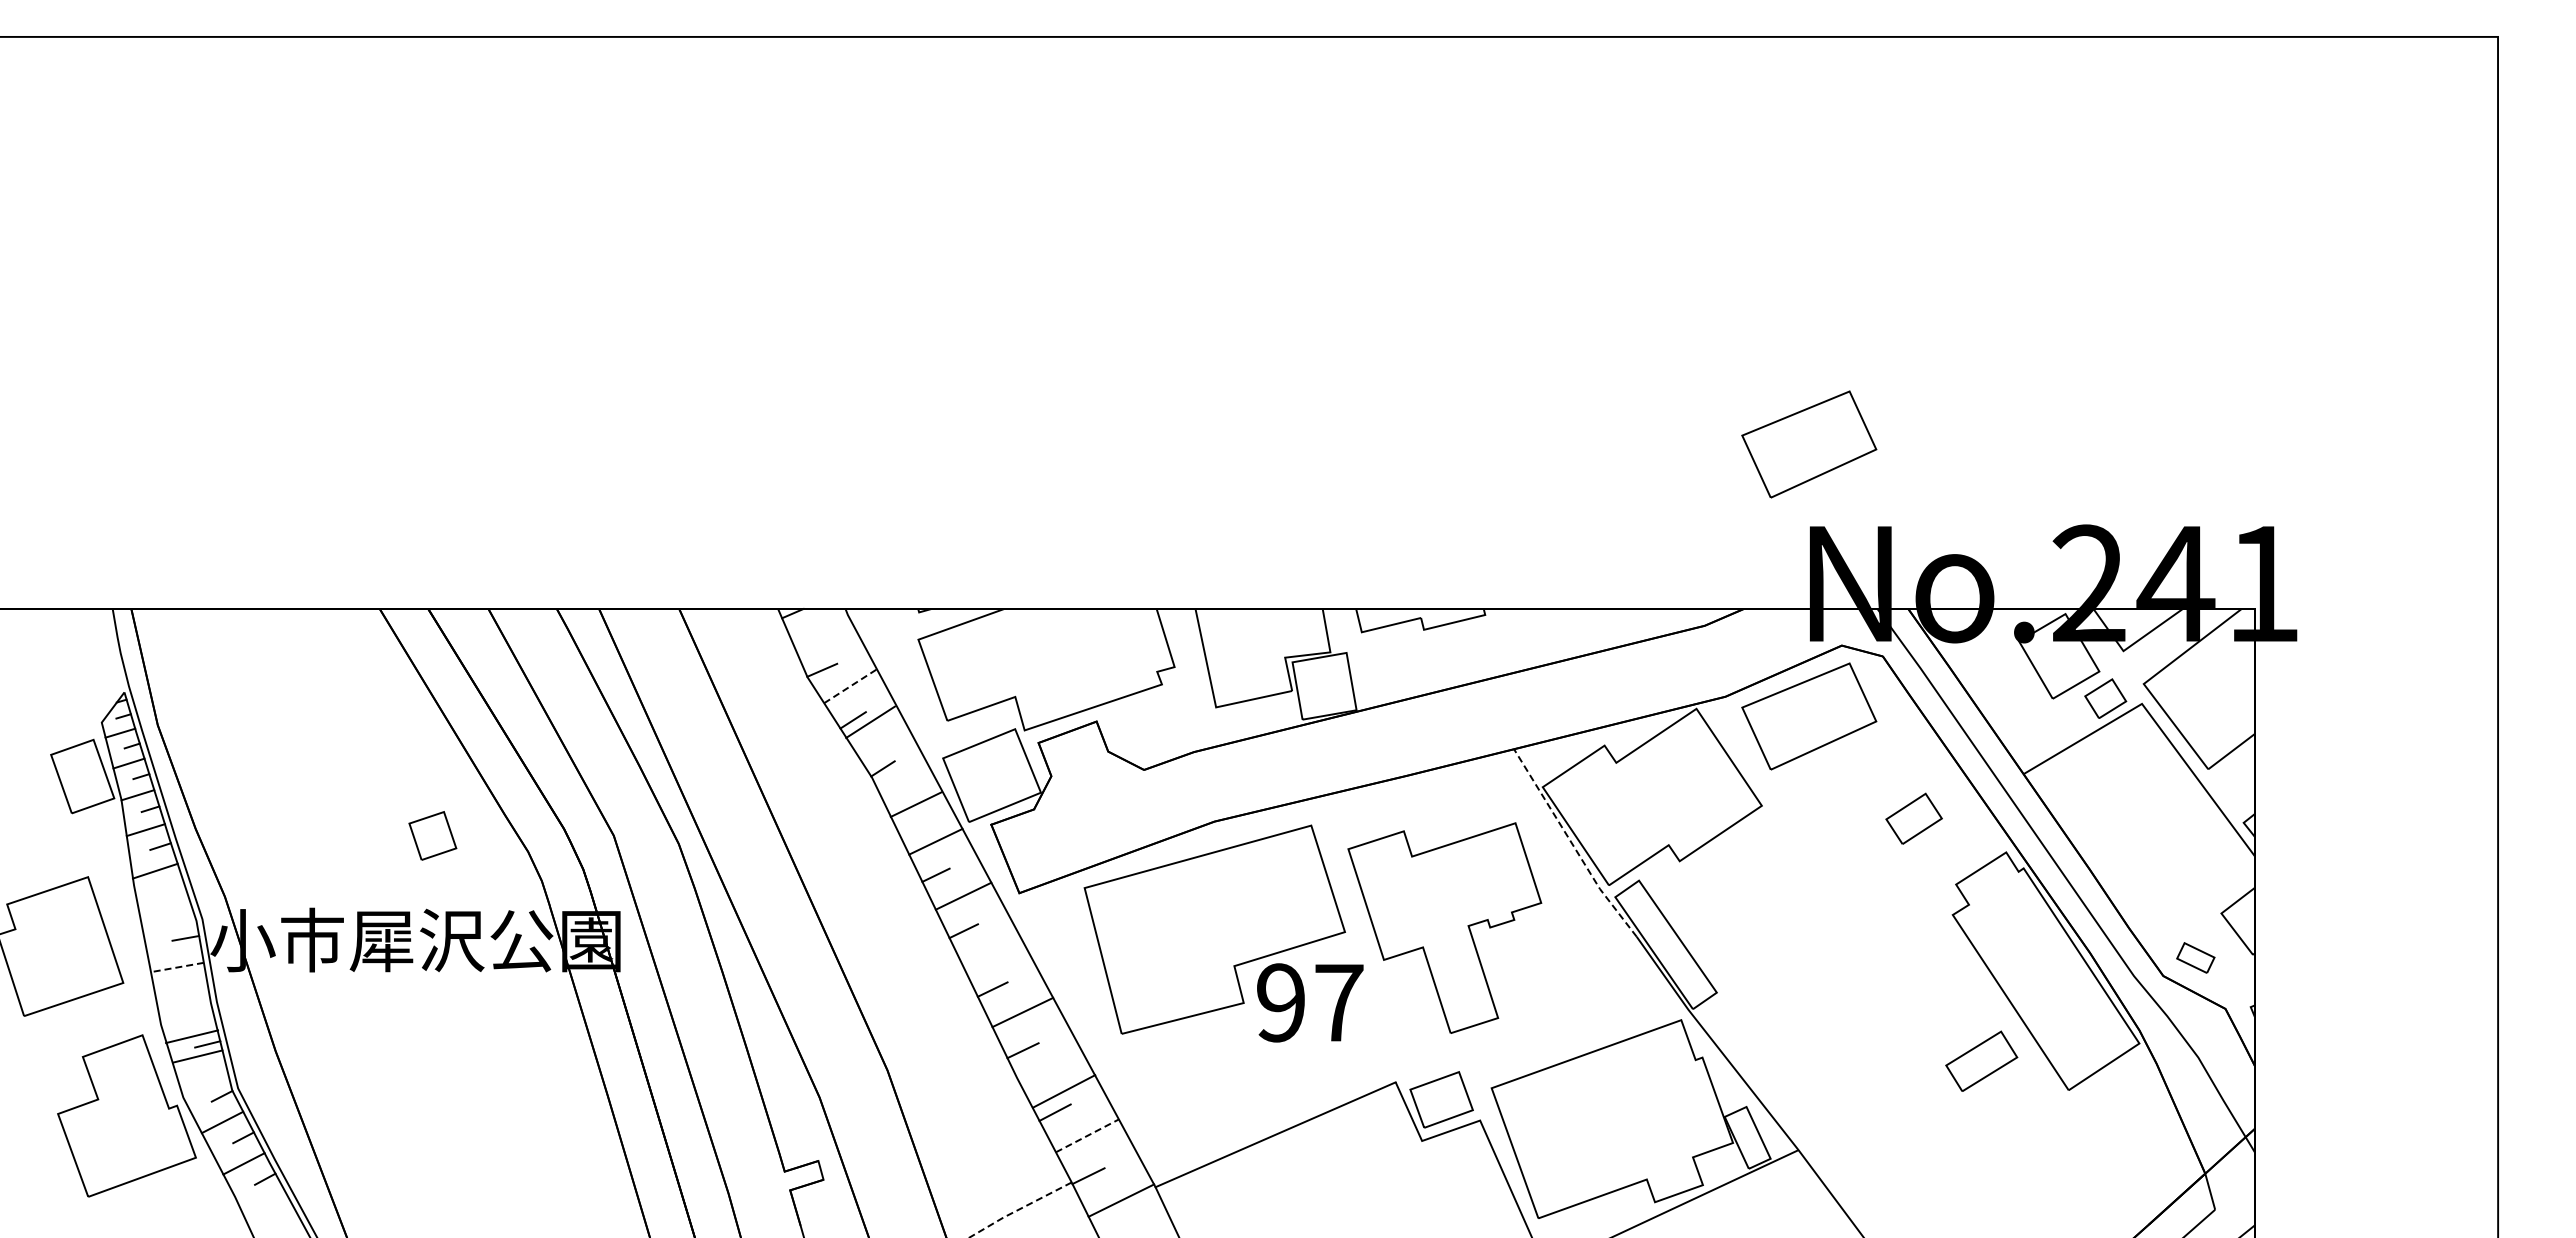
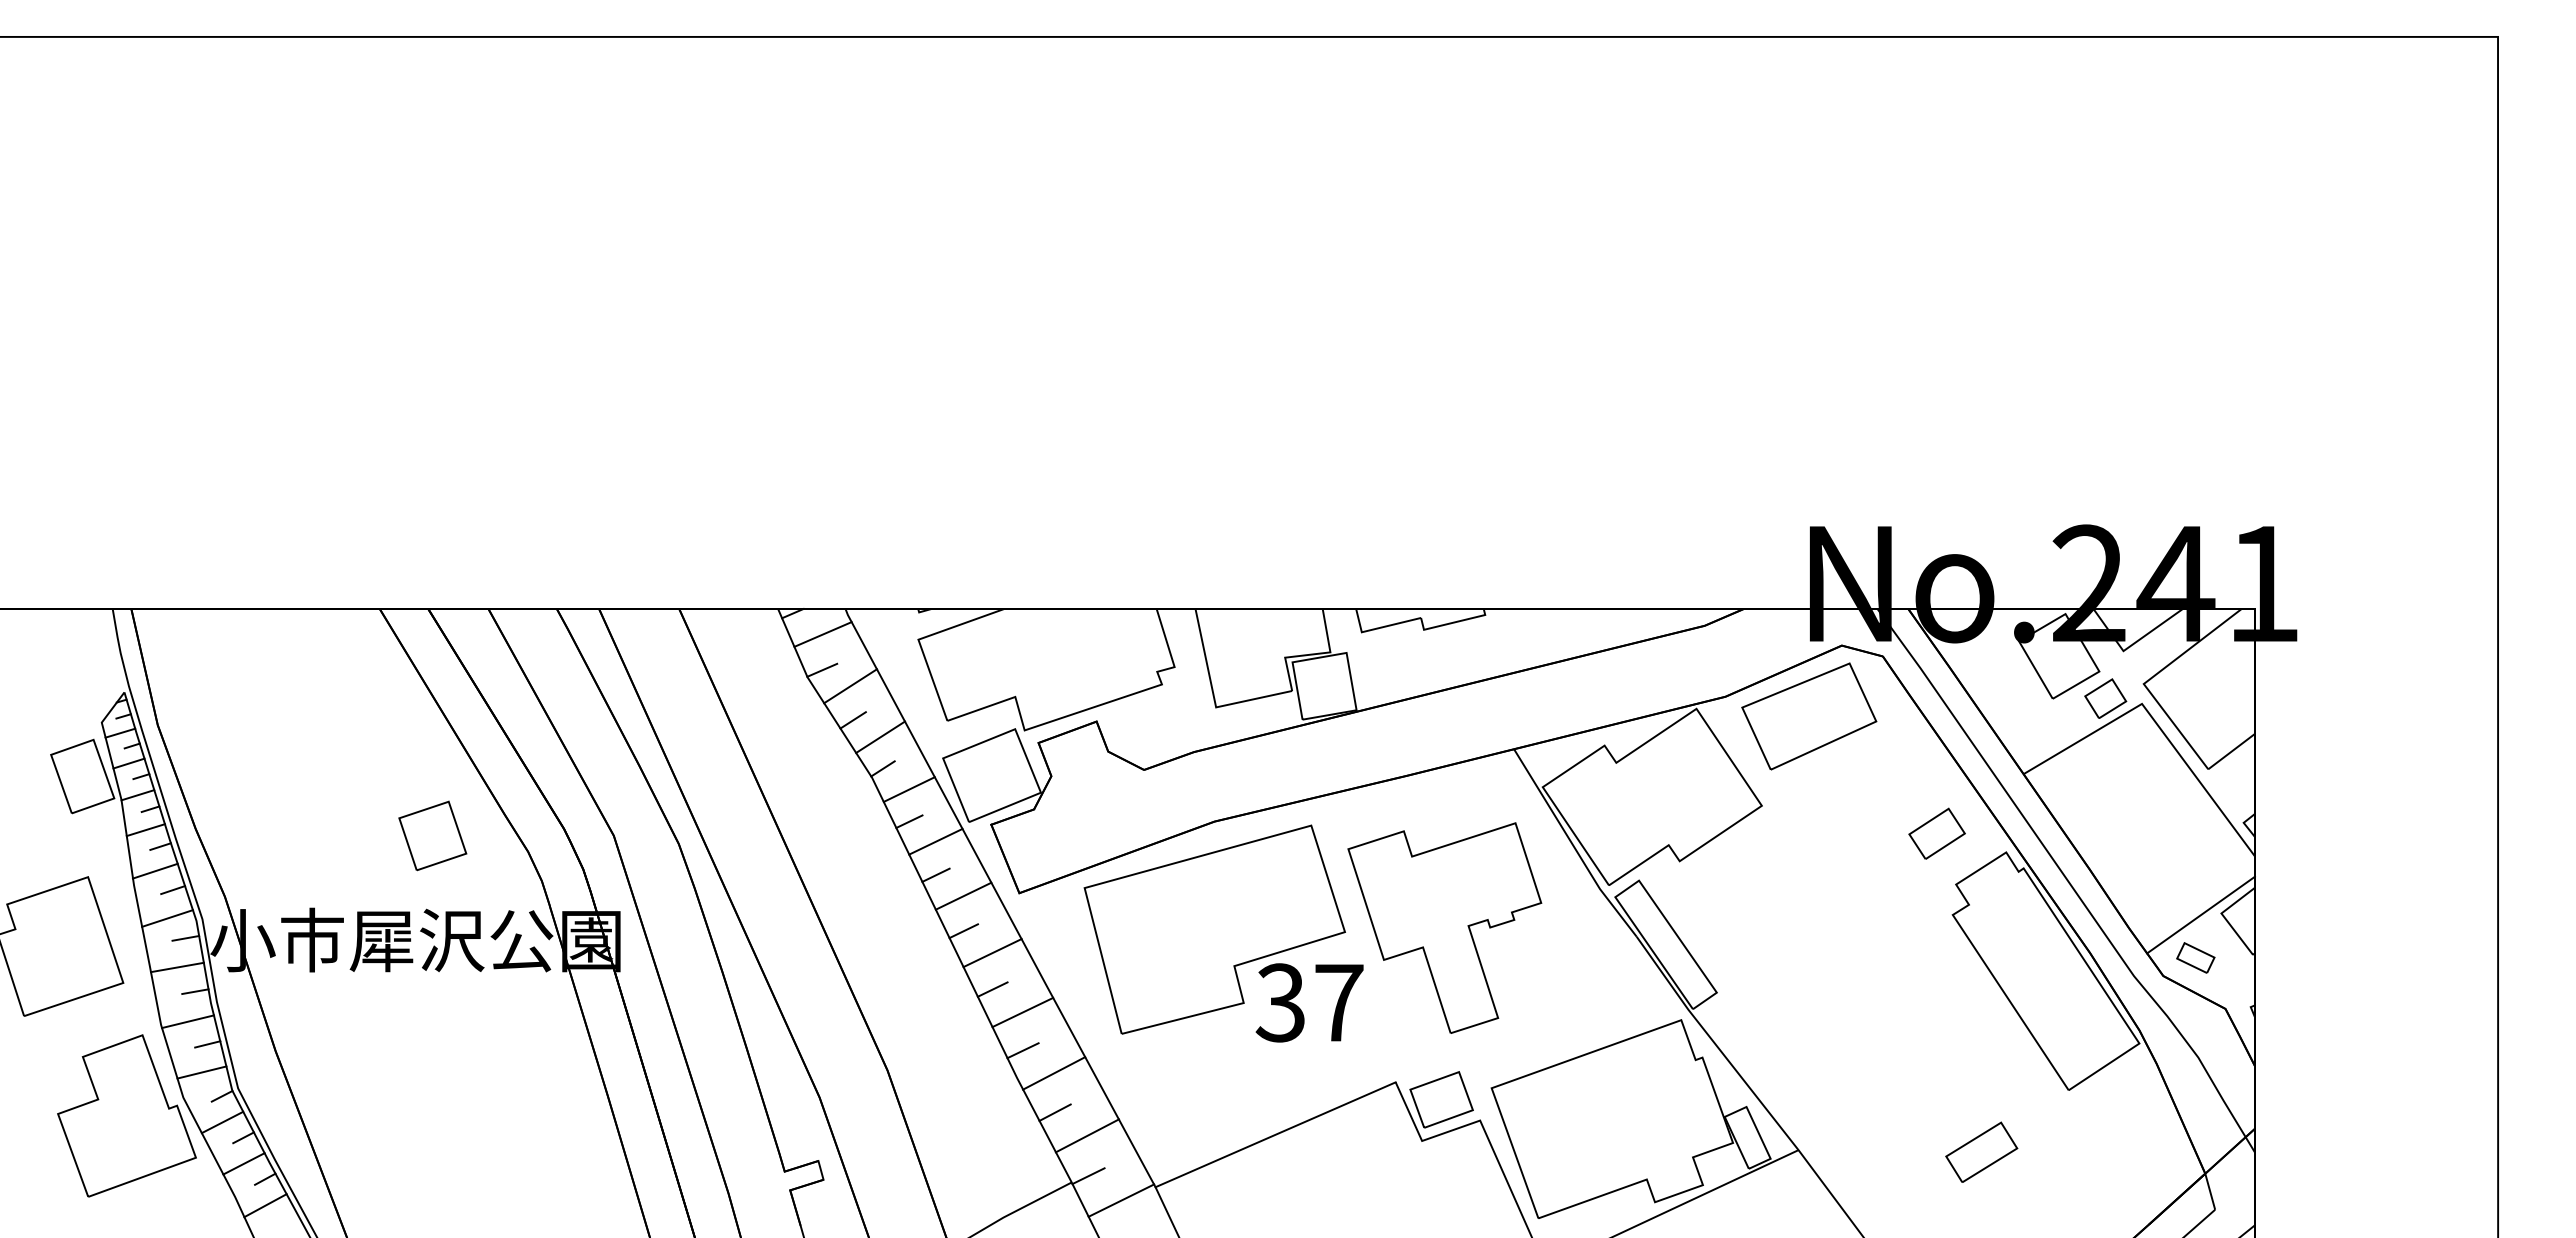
part at (1809, 444): present -> none
line at (822, 634): none -> present
line at (850, 685): dashed -> solid
line at (870, 721) position: (870, 721) -> (880, 736)
line at (915, 804) position: (915, 804) -> (908, 789)
part at (1913, 818) position: (1913, 818) -> (1936, 833)
line at (909, 821): none -> present
part at (432, 835) size: 50x50 px -> 70x72 px
line at (1572, 845): dashed -> solid
line at (173, 890): none -> present
line at (2200, 914): none -> present
line at (167, 918): none -> present
line at (992, 953): none -> present
line at (177, 967): dashed -> solid
line at (195, 991): none -> present
text at (1279, 1002): 97 -> 37
line at (192, 1036) position: (192, 1036) -> (188, 1021)
line at (197, 1056) position: (197, 1056) -> (201, 1072)
part at (1981, 1060) position: (1981, 1060) -> (1981, 1151)
line at (1064, 1091) position: (1064, 1091) -> (1054, 1073)
line at (1087, 1135): dashed -> solid
line at (265, 1205): none -> present
line at (1019, 1209): dashed -> solid
